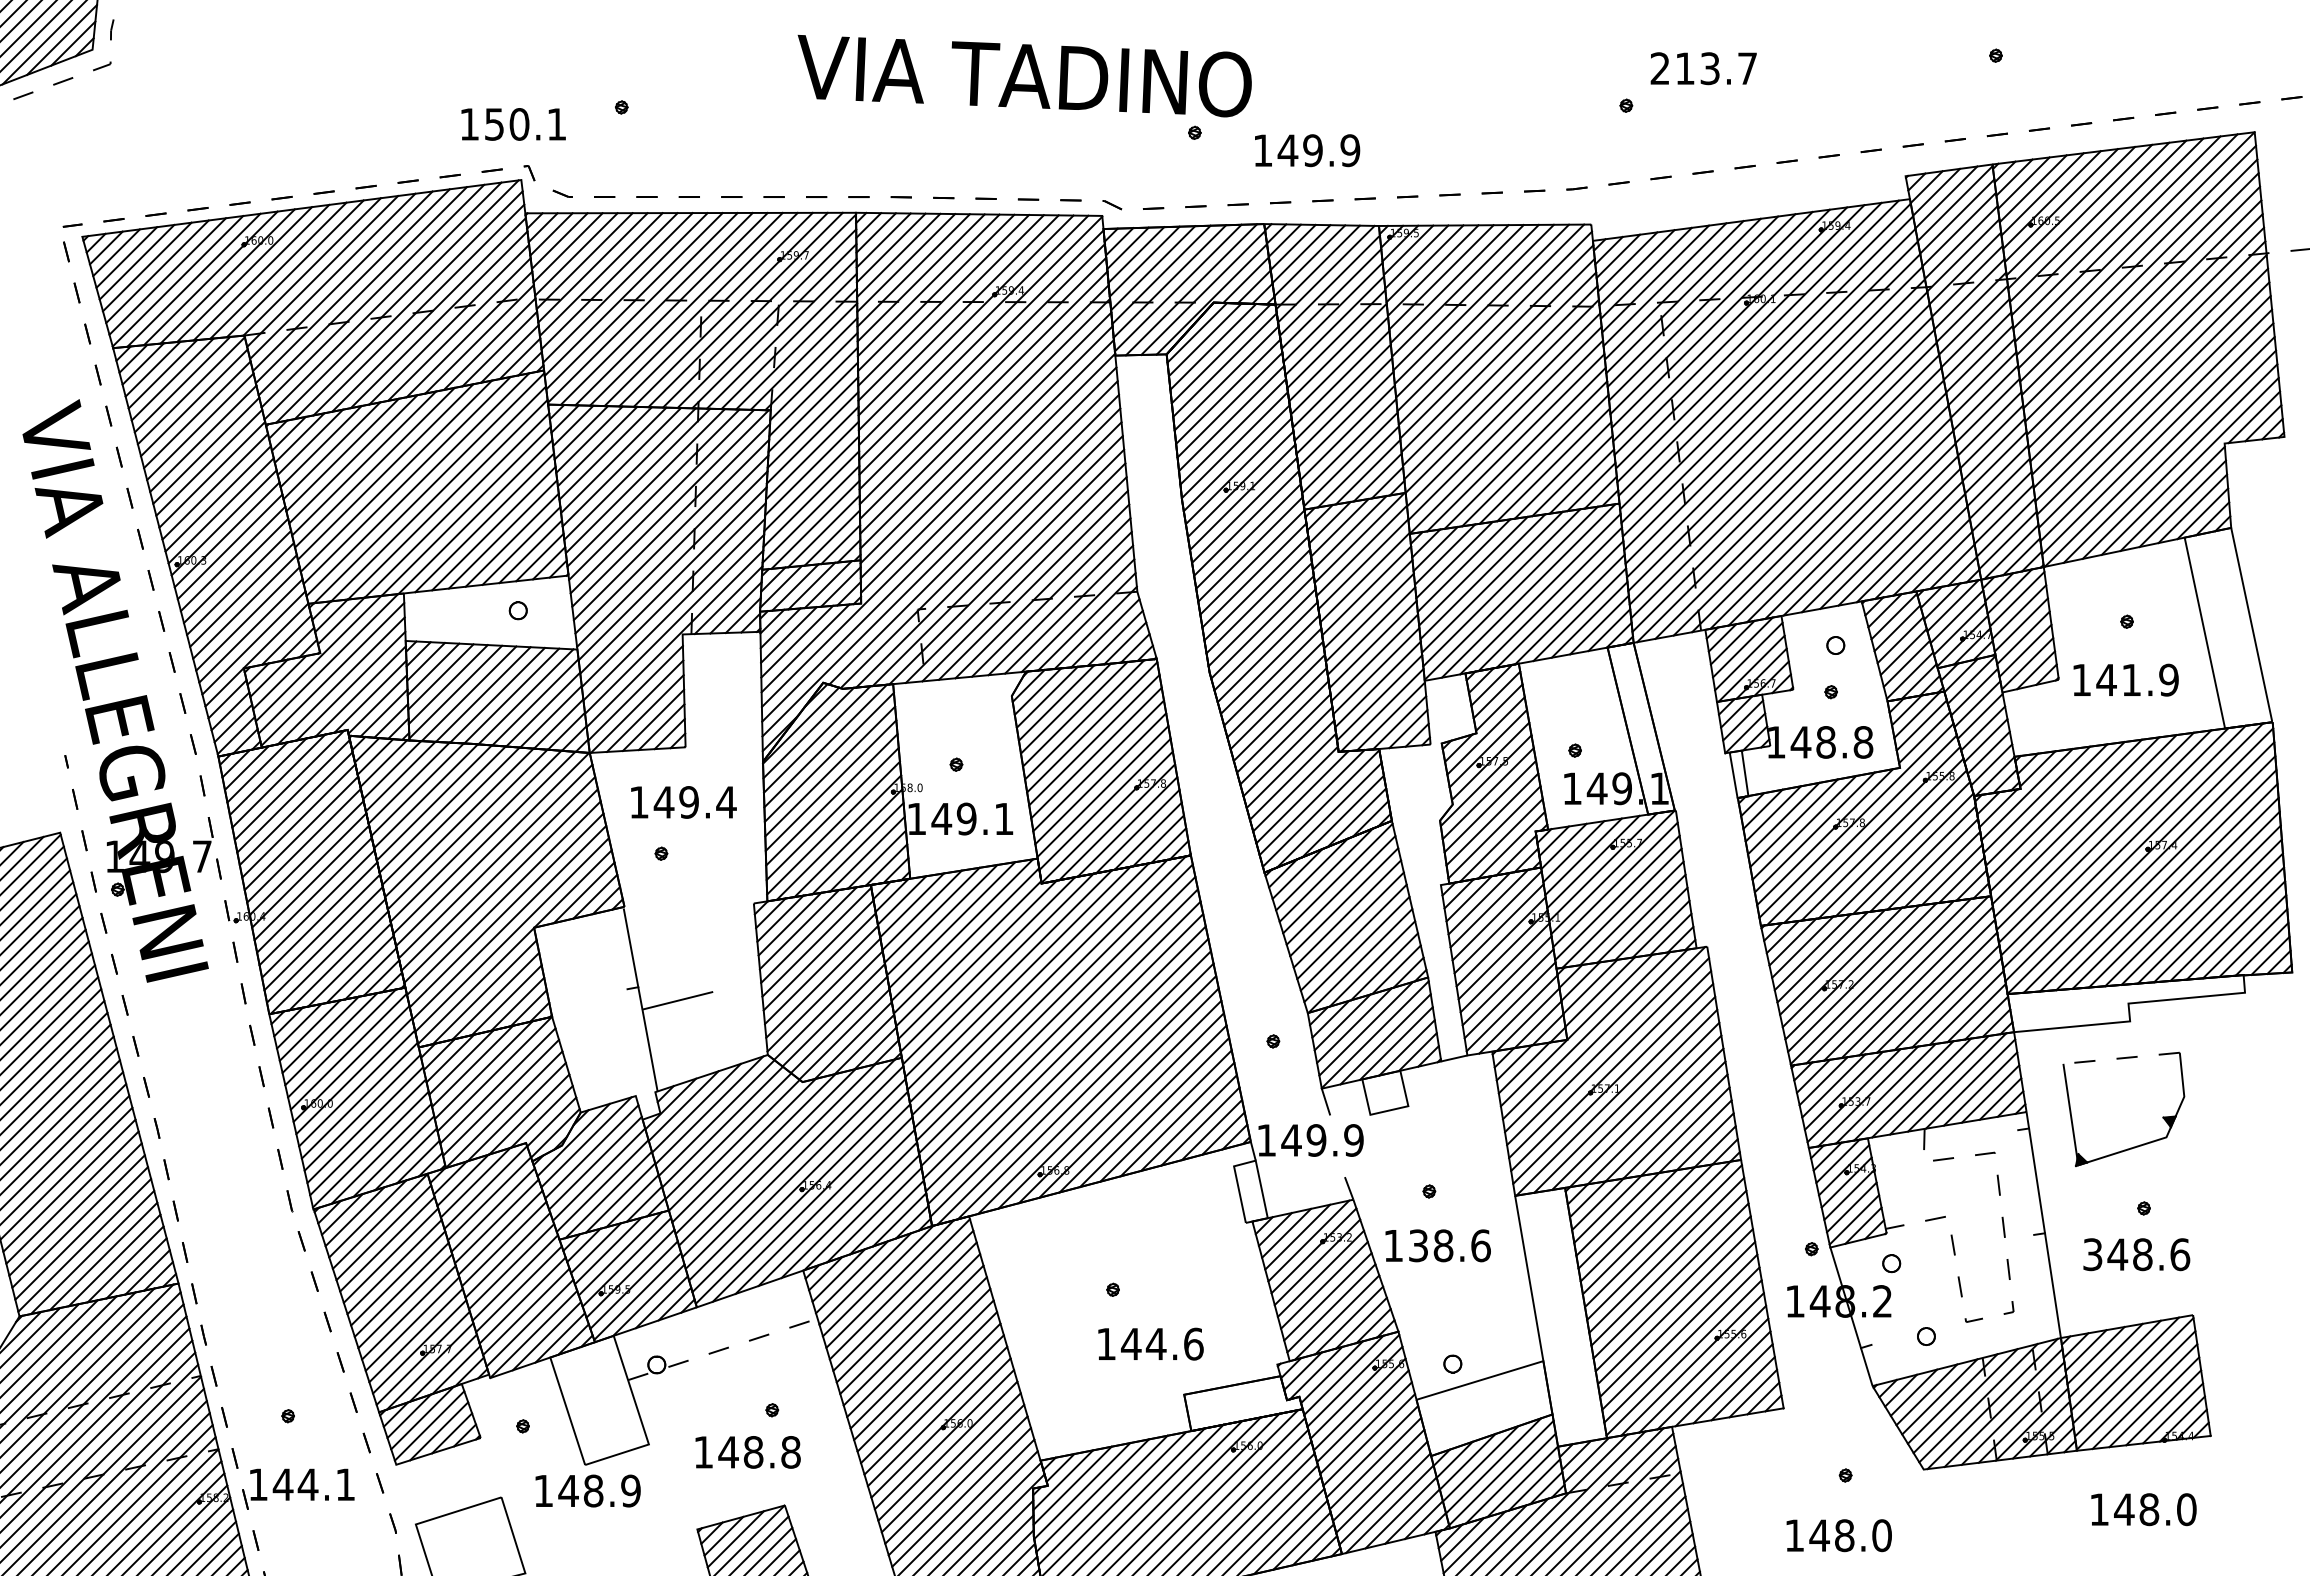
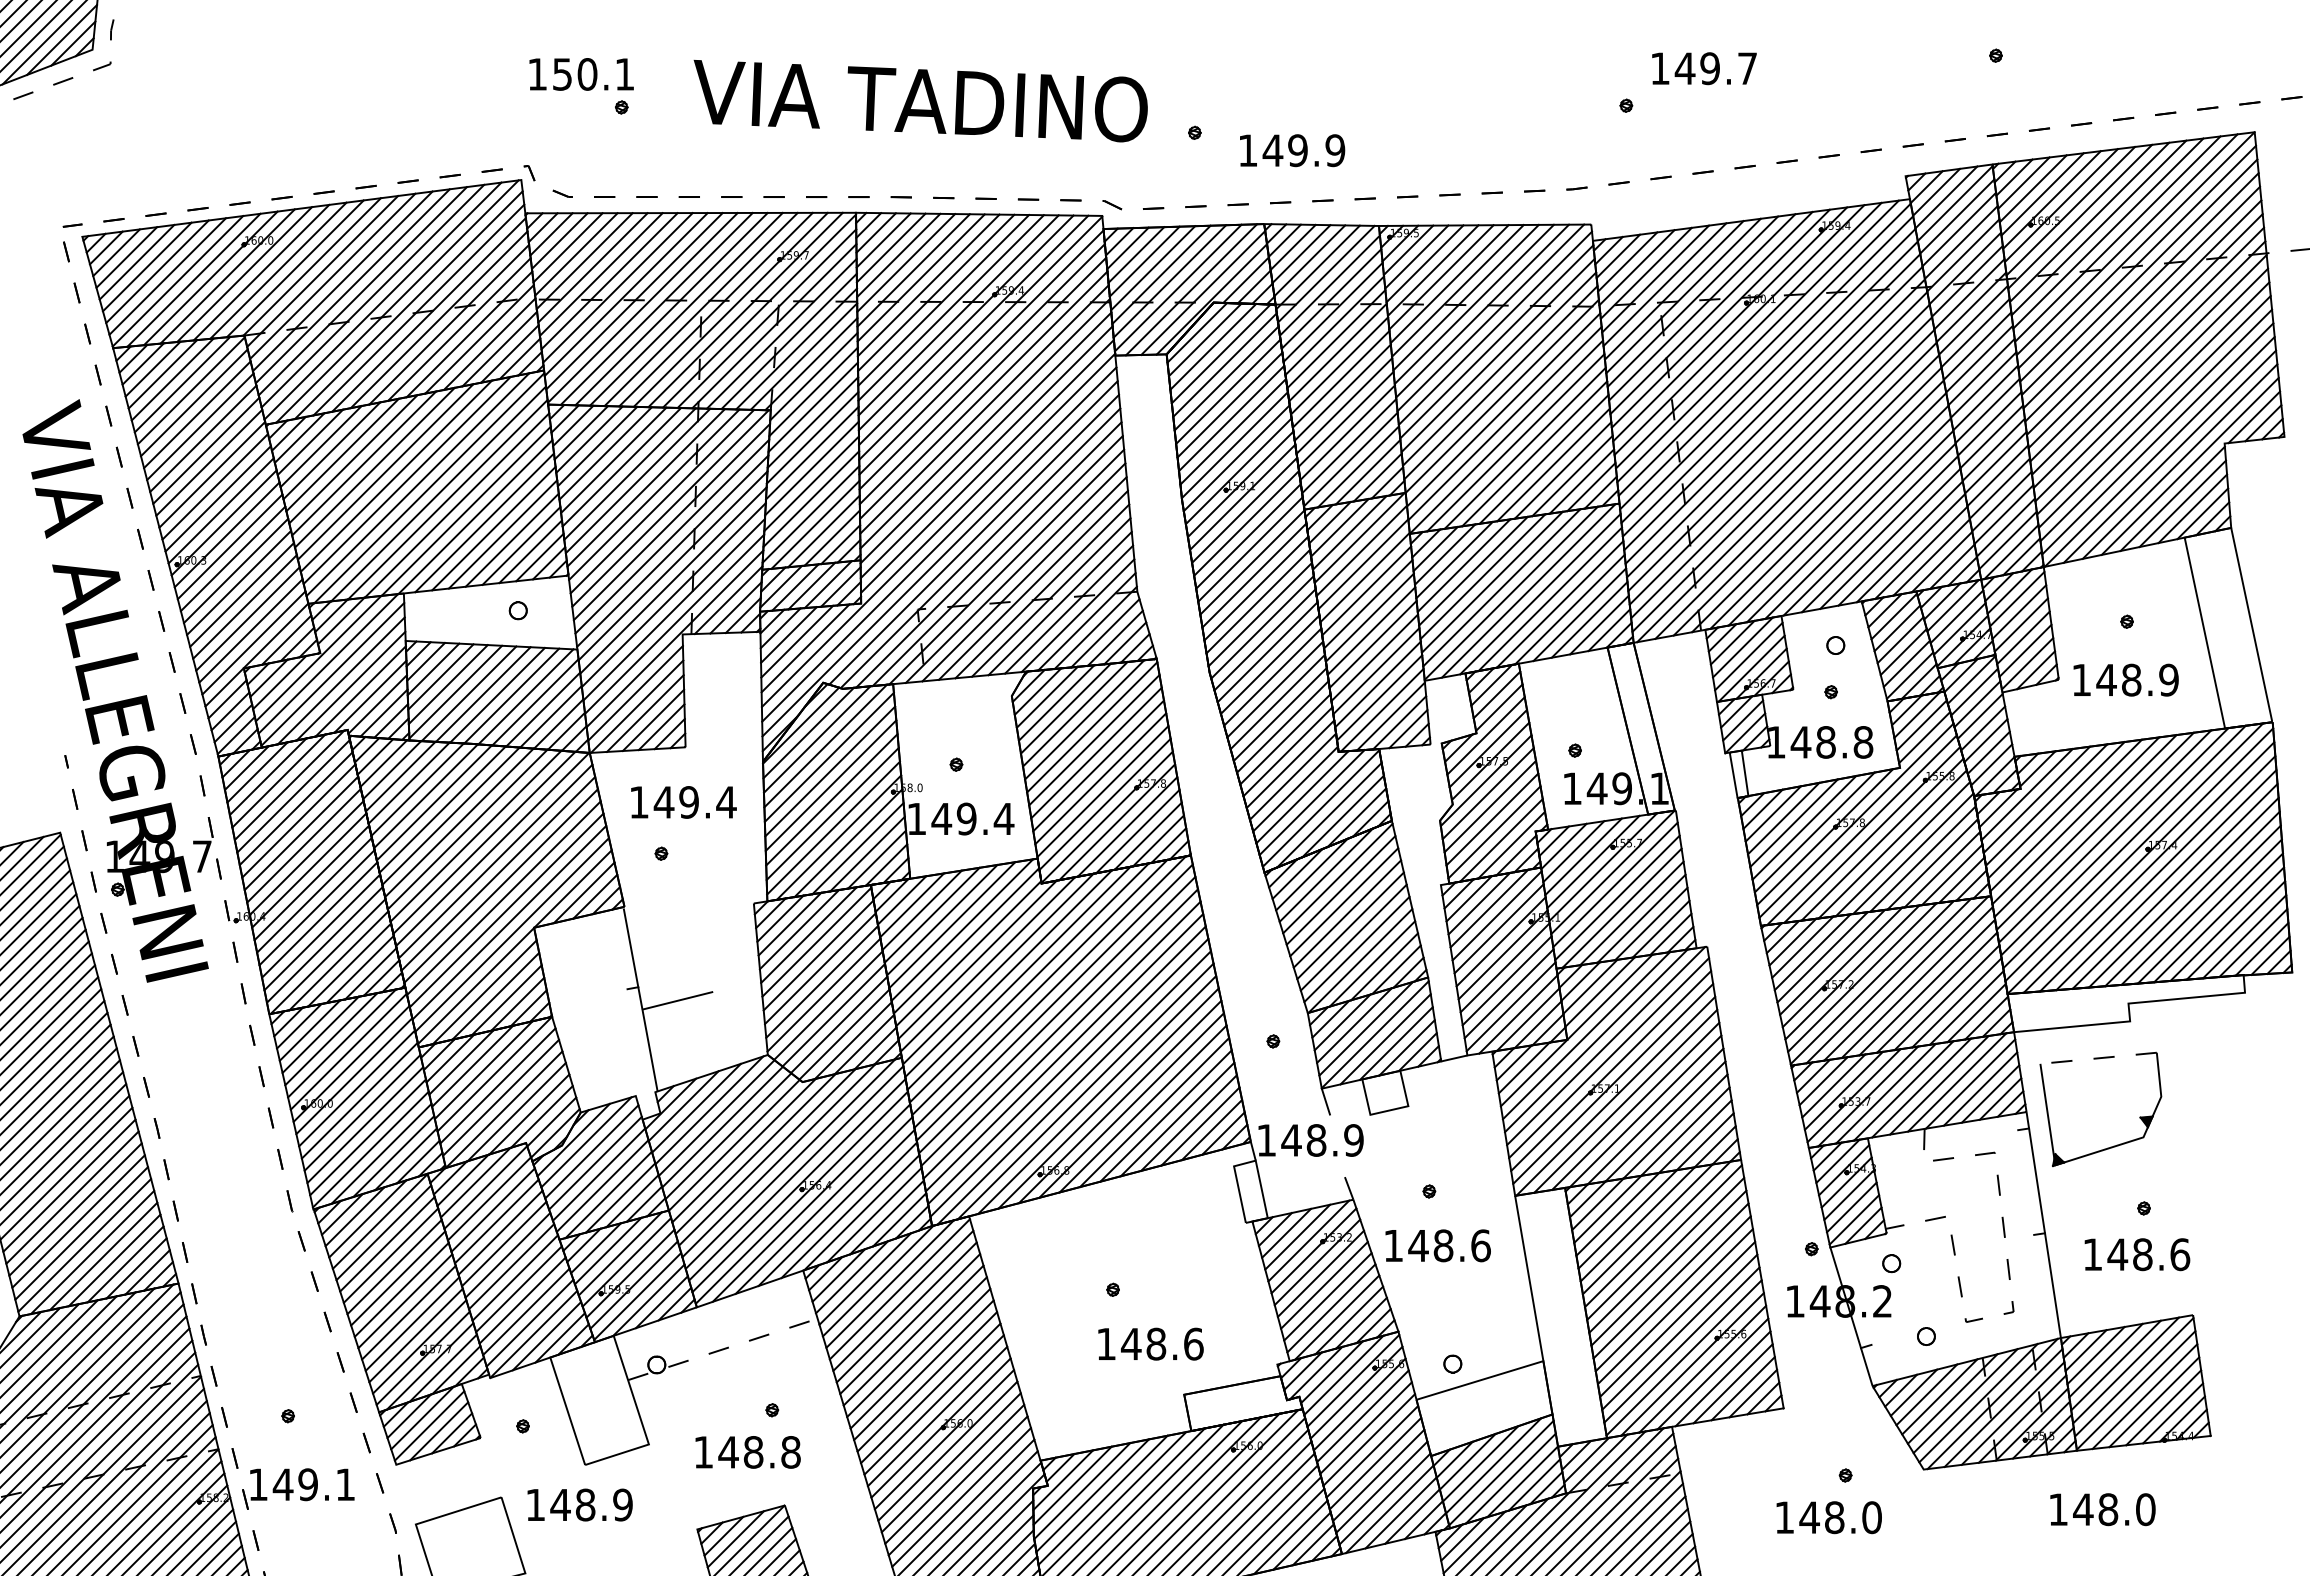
text at (1684, 68): 213.7 -> 149.7
text at (1024, 75) position: (1024, 75) -> (920, 100)
text at (513, 124) position: (513, 124) -> (581, 74)
text at (1307, 150) position: (1307, 150) -> (1292, 150)
text at (2131, 679): 141.9 -> 148.9
text at (1003, 818): 149.1 -> 149.4
text at (1316, 1140): 149.9 -> 148.9
part at (2136, 1145) position: (2136, 1145) -> (2113, 1145)
text at (1418, 1245): 138.6 -> 148.6
text at (2092, 1254): 348.6 -> 148.6
text at (1155, 1343): 144.6 -> 148.6
text at (307, 1484): 144.1 -> 149.1
text at (587, 1490) position: (587, 1490) -> (579, 1504)
text at (2143, 1509) position: (2143, 1509) -> (2102, 1509)
text at (1838, 1535) position: (1838, 1535) -> (1828, 1517)
